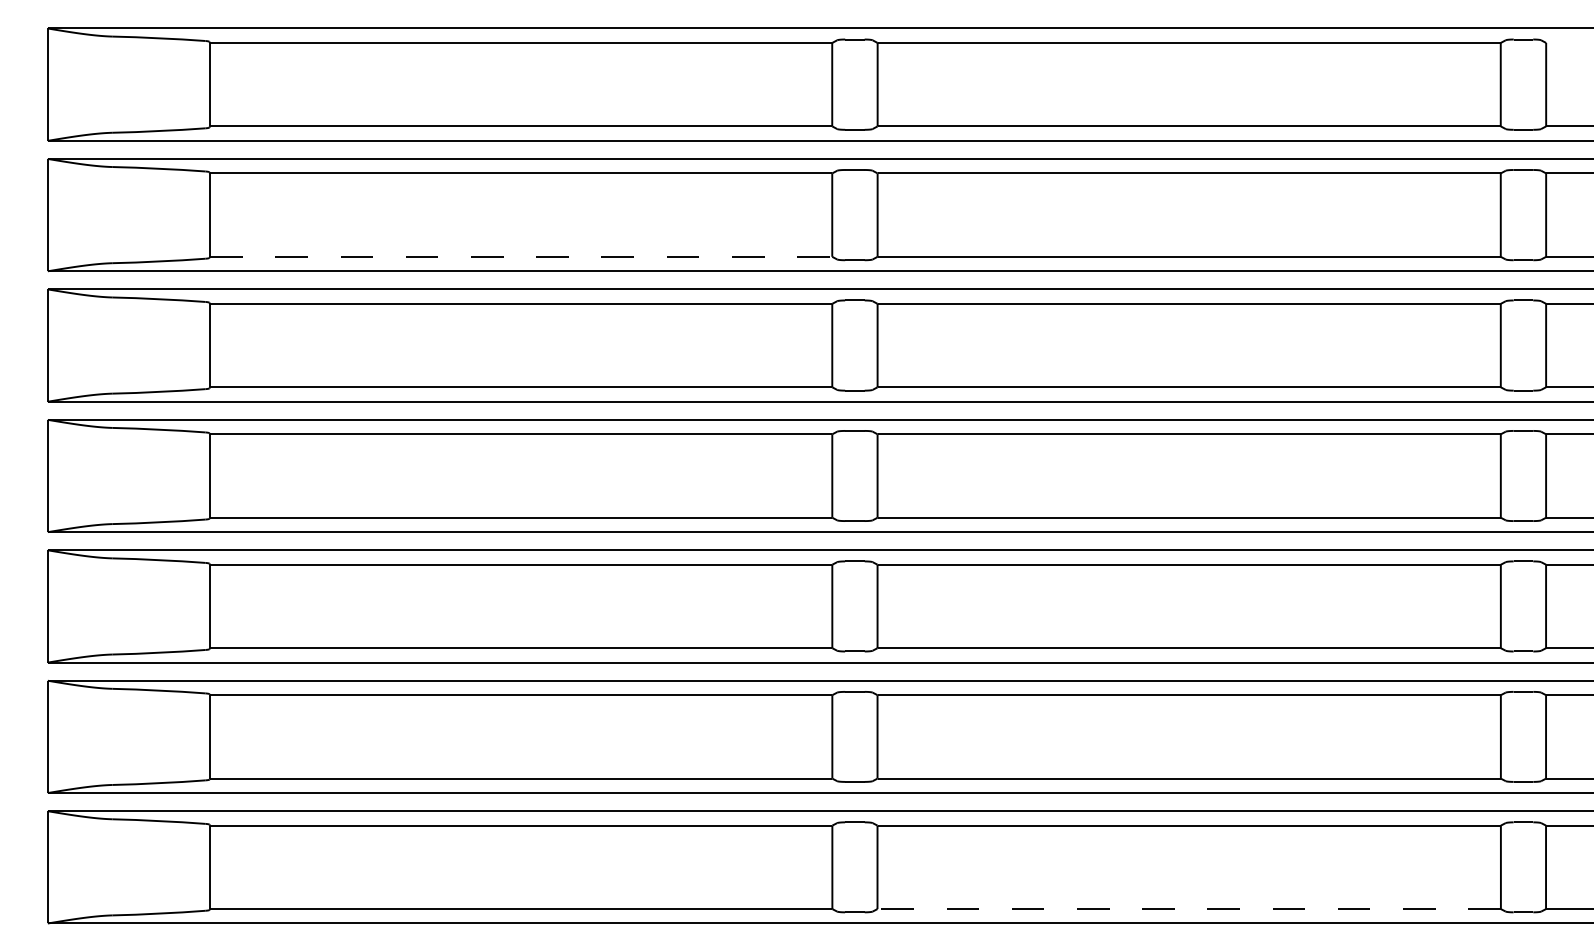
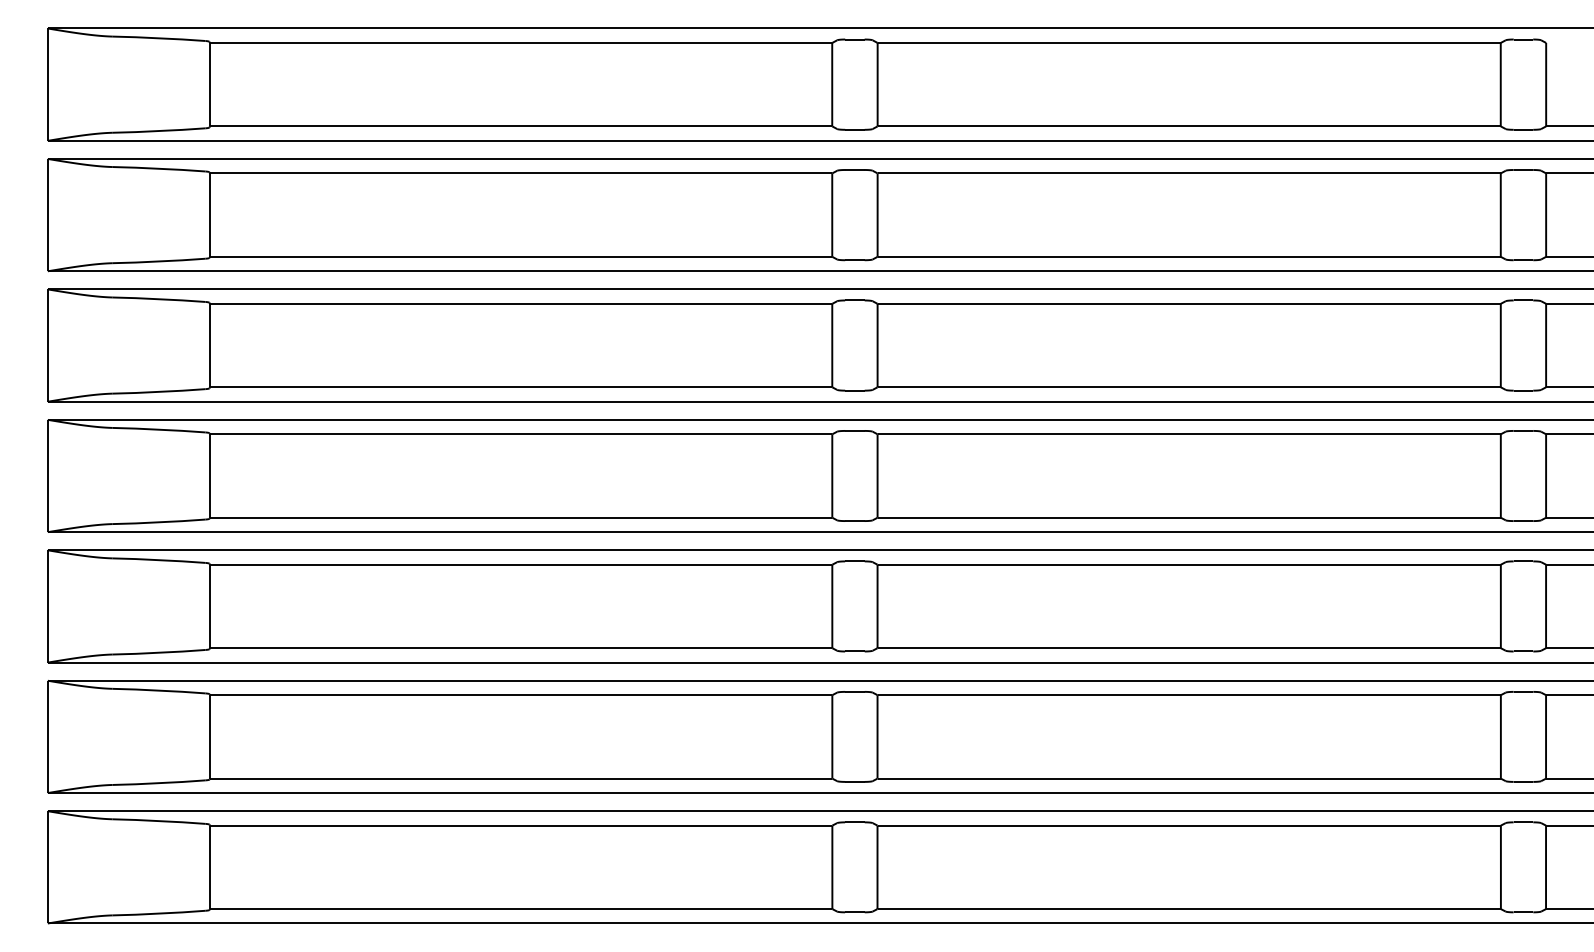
line at (521, 256): dashed -> solid
line at (1189, 909): dashed -> solid
